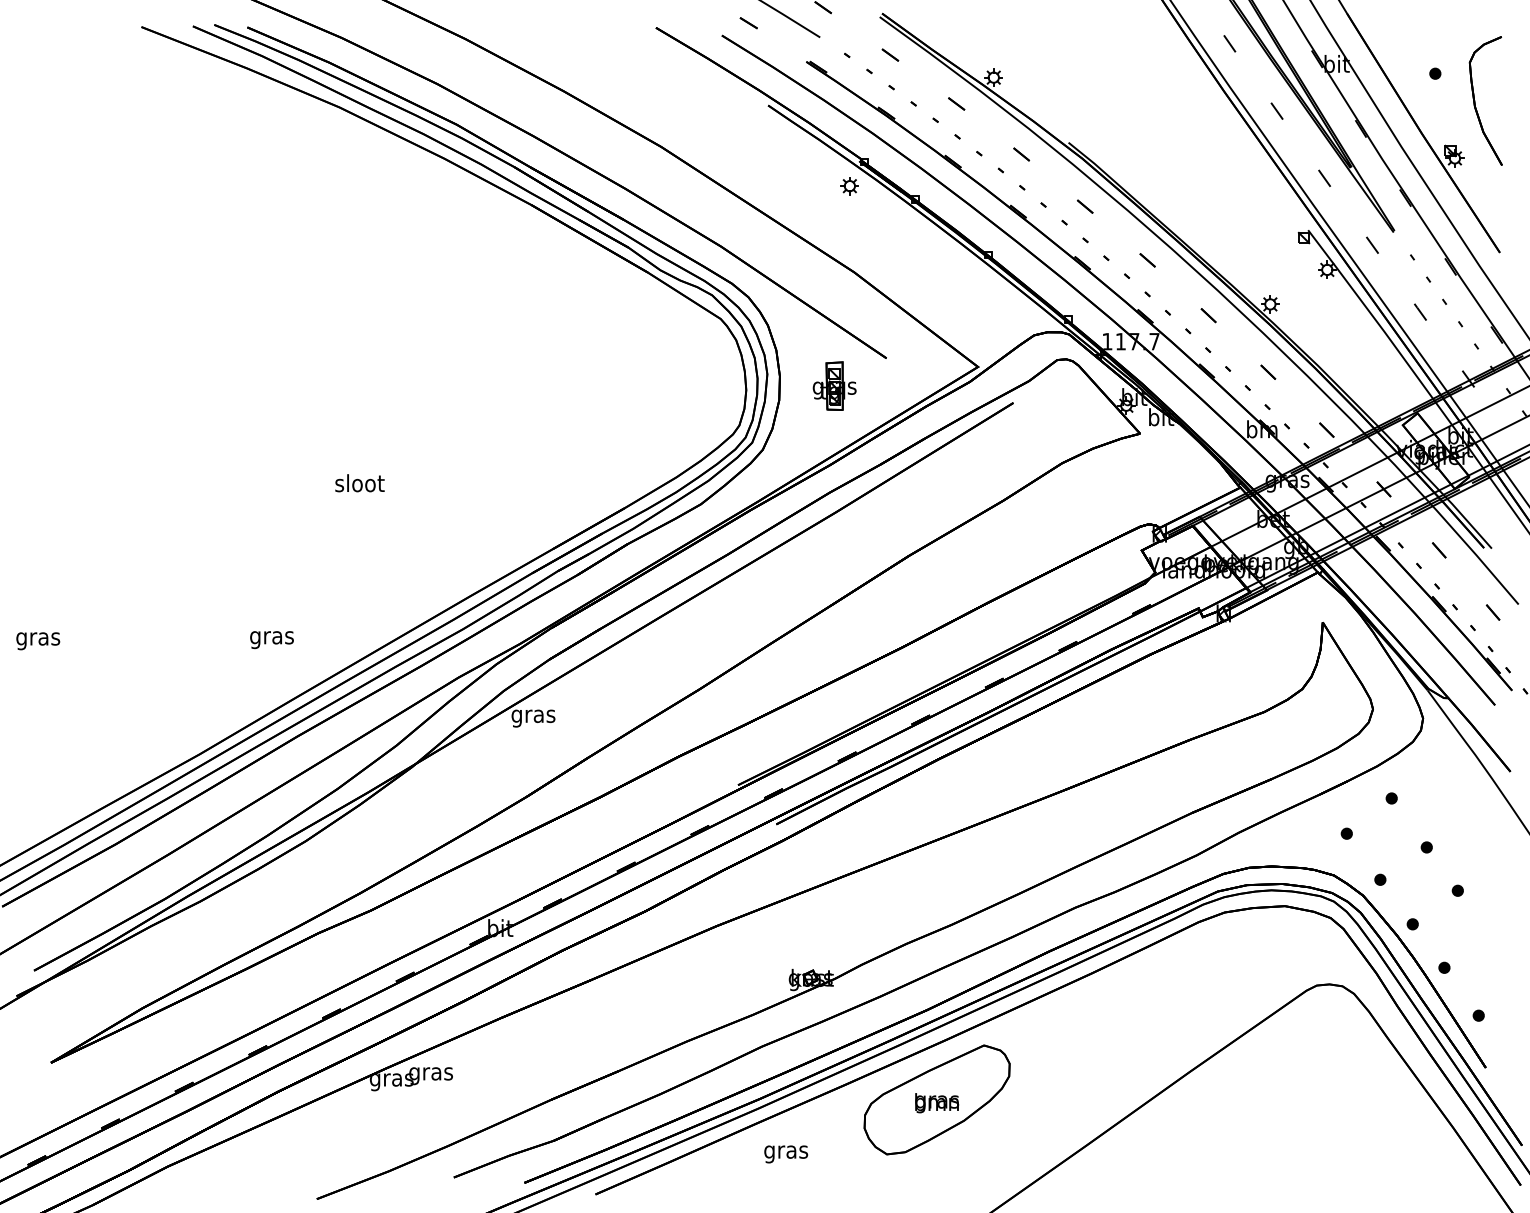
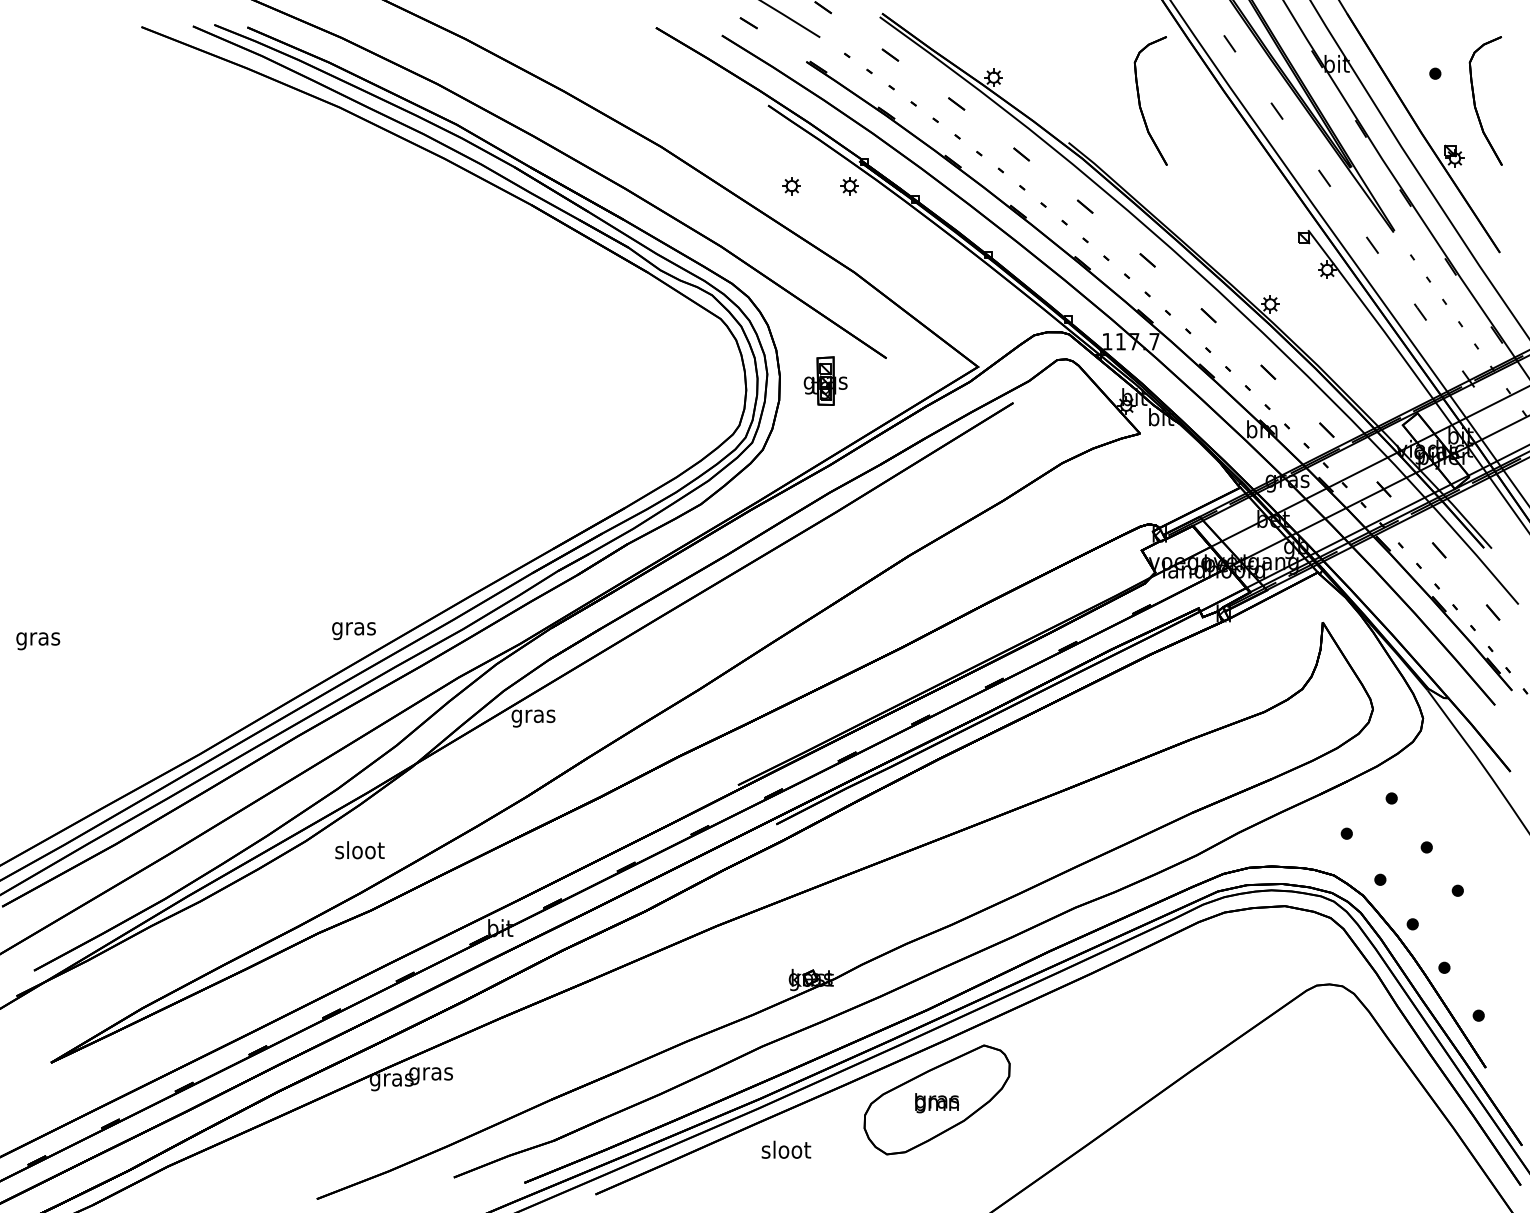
part at (1140, 100): none -> present
part at (791, 186): none -> present
part at (834, 385) position: (834, 385) -> (825, 380)
text at (359, 483) position: (359, 483) -> (359, 850)
text at (271, 640) position: (271, 640) -> (353, 631)
text at (786, 1151): gras -> sloot
